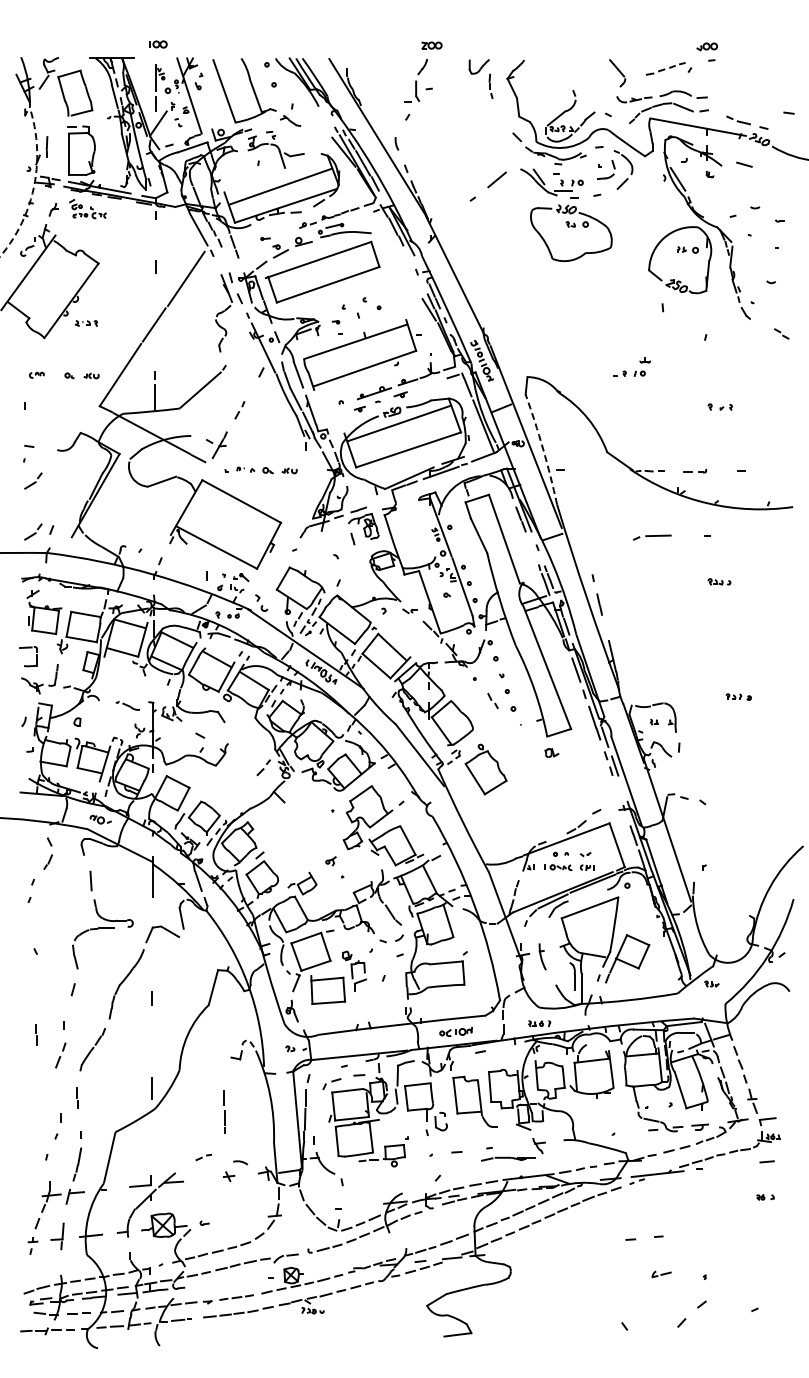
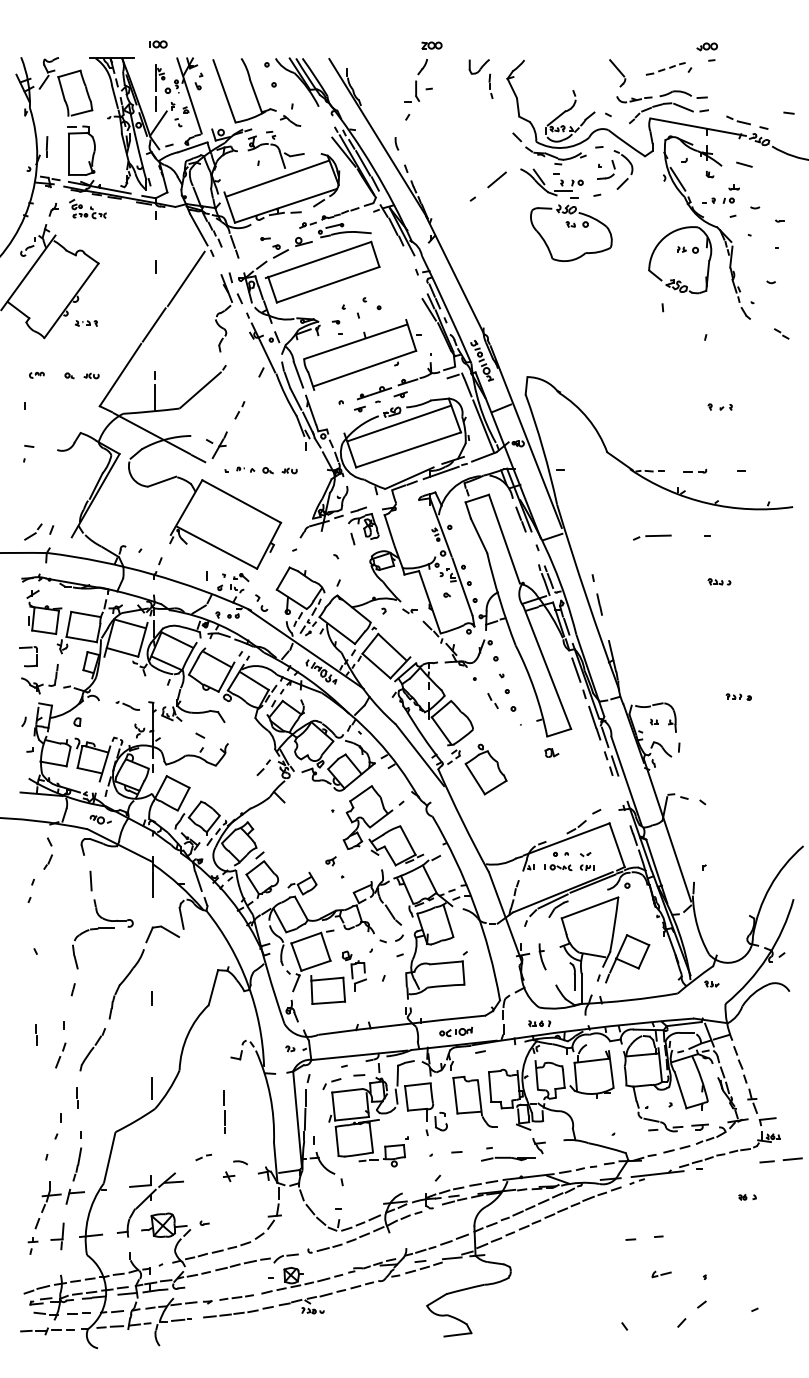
arc at (34, 186): dashed -> solid
line at (280, 186) position: (280, 186) -> (277, 178)
part at (631, 366) position: (631, 366) -> (720, 193)
arc at (543, 449): dashed -> solid
part at (33, 480): present -> none
line at (792, 1158): none -> present
part at (765, 1197) position: (765, 1197) -> (747, 1197)
